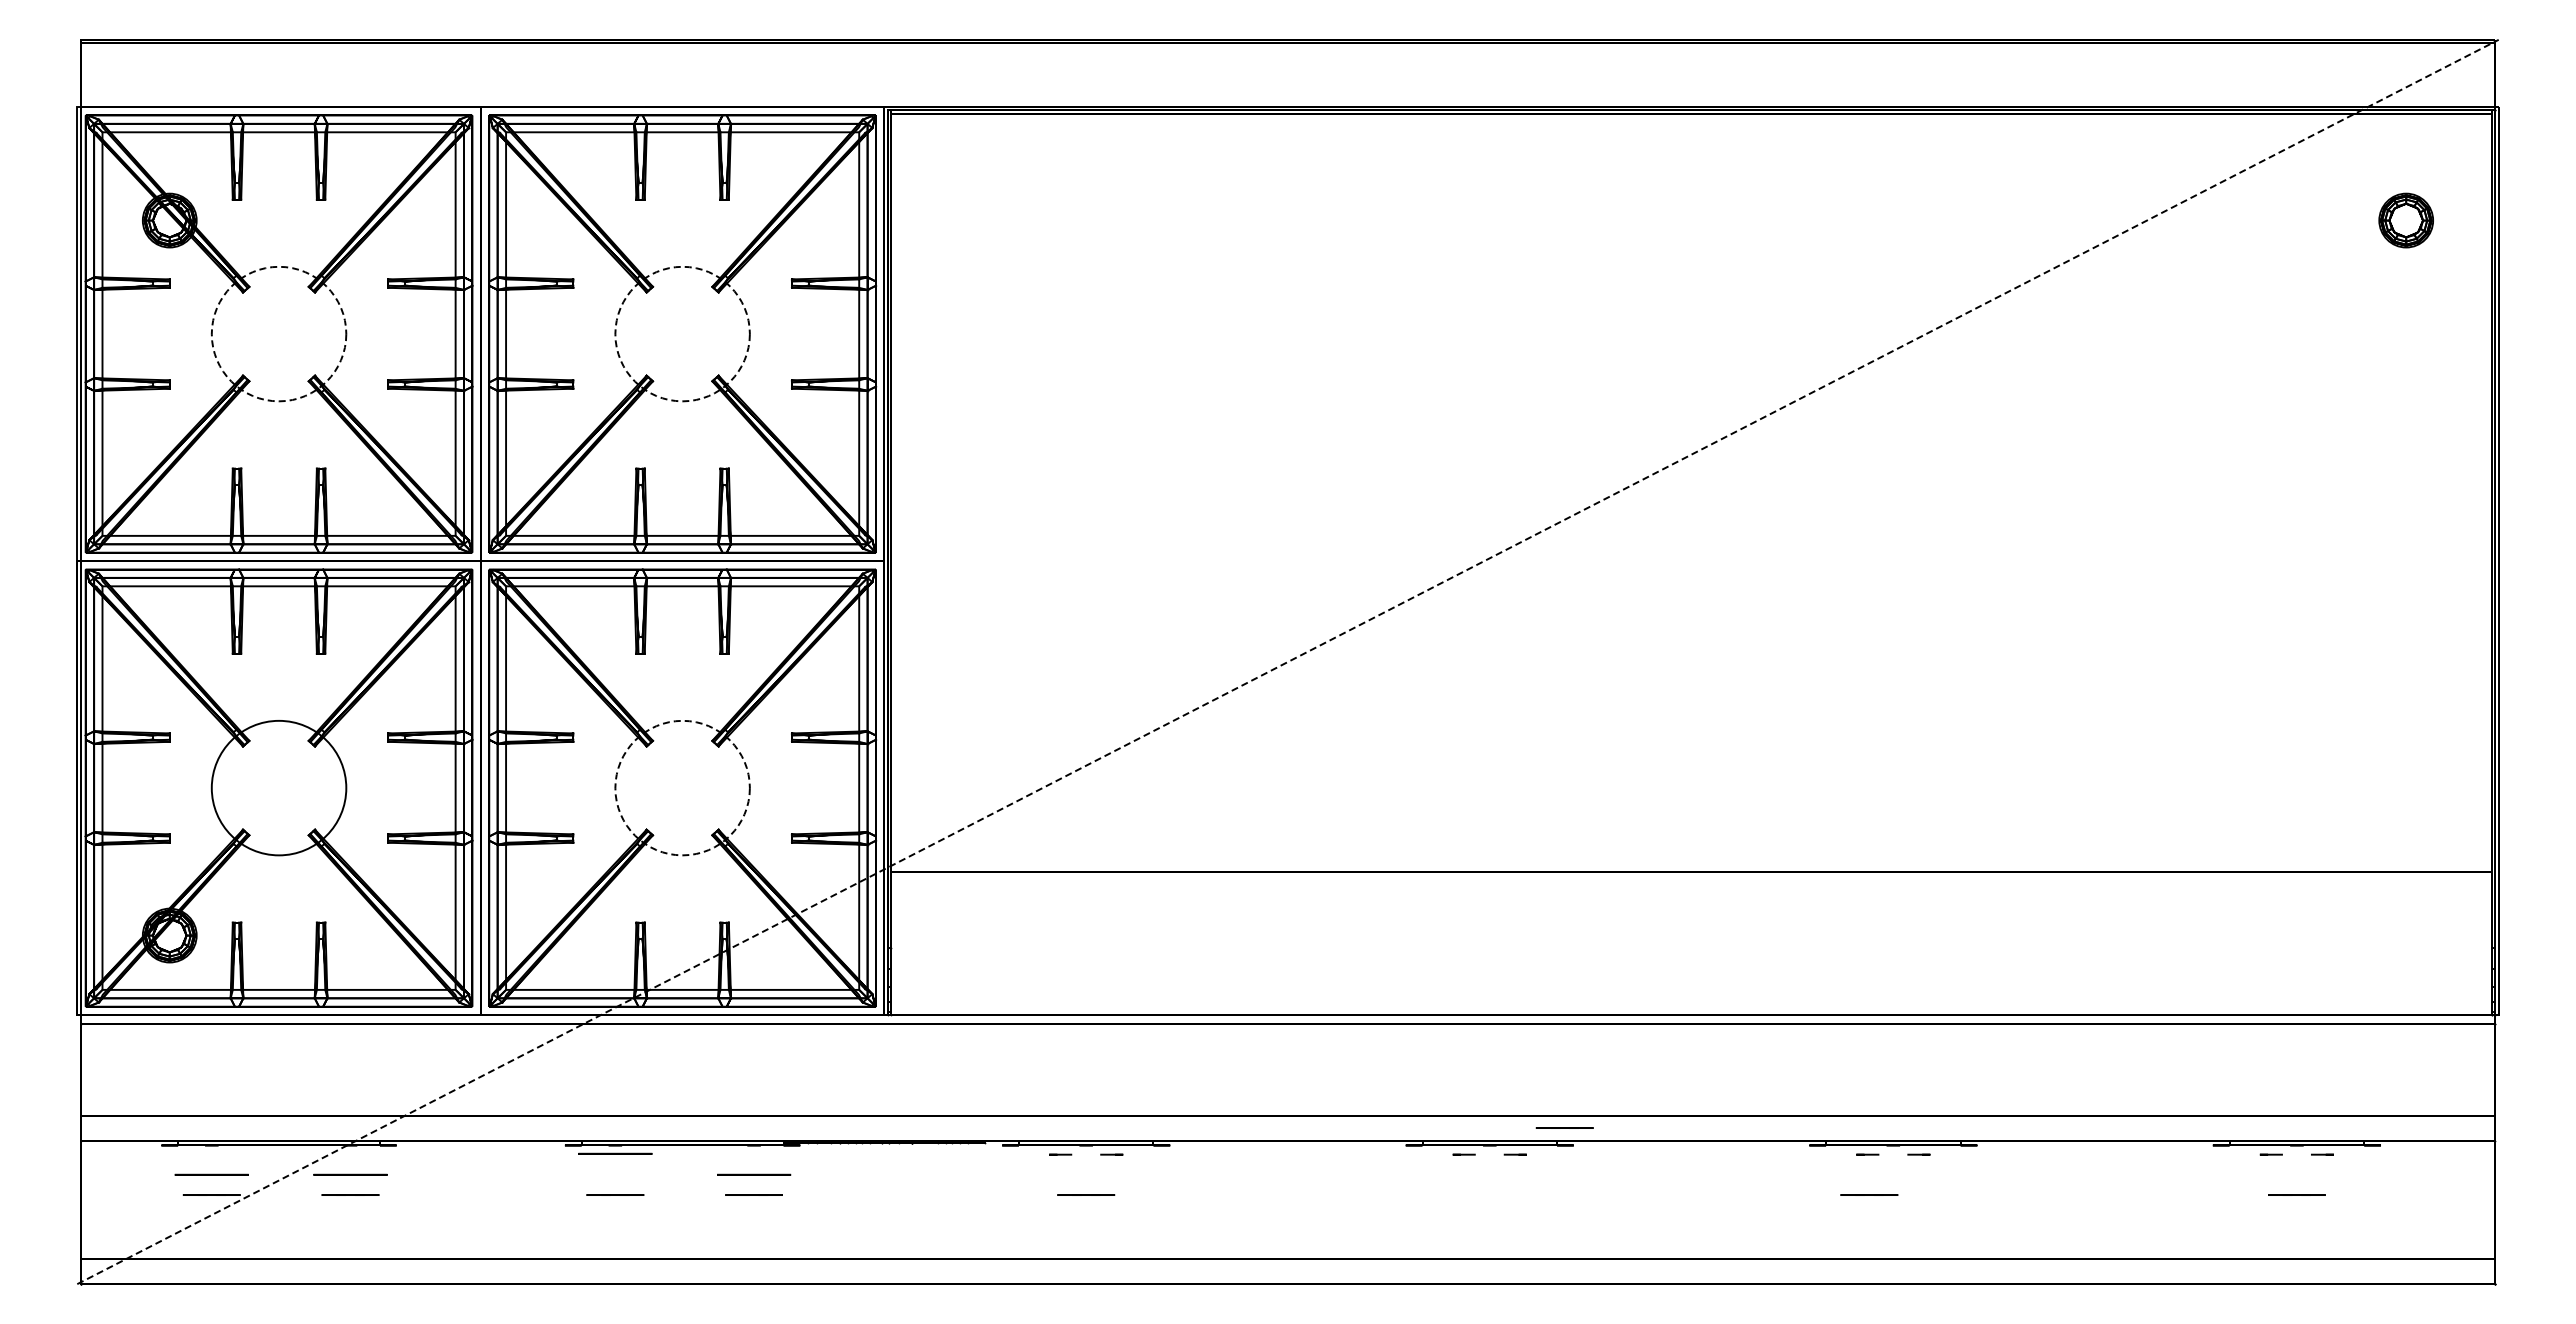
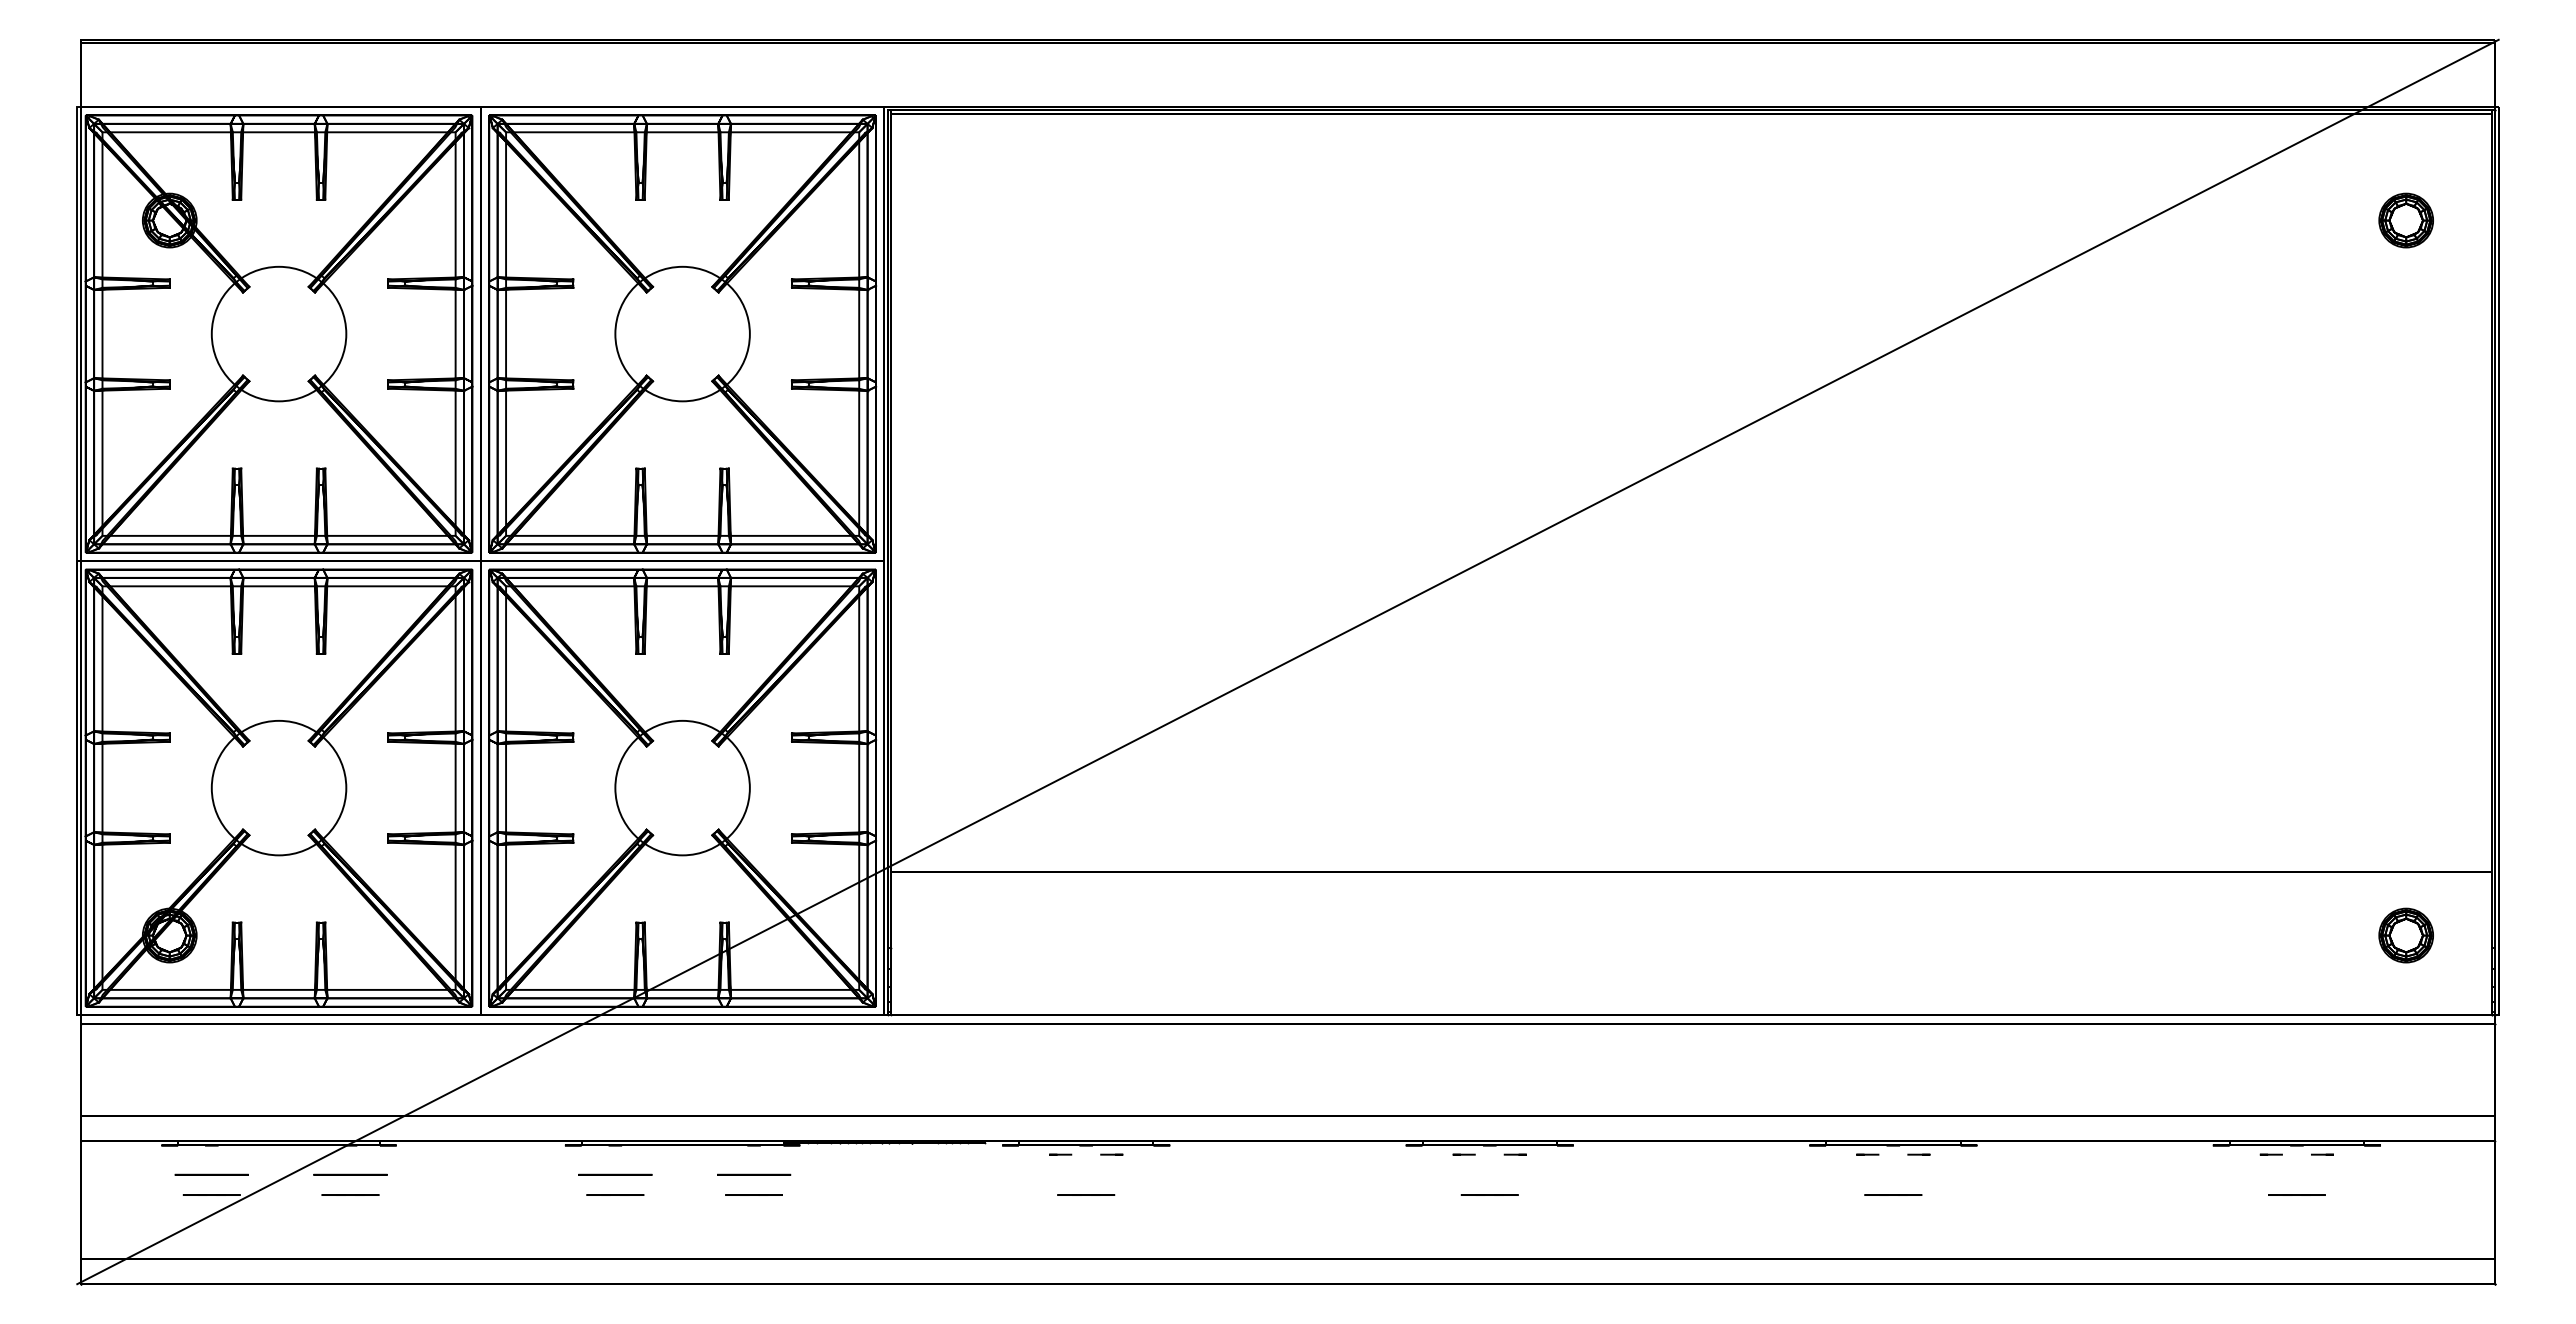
circle at (278, 333): dashed -> solid
circle at (682, 333): dashed -> solid
line at (1288, 661): dashed -> solid
circle at (682, 787): dashed -> solid
part at (2405, 935): none -> present
line at (1564, 1127) position: (1564, 1127) -> (1489, 1194)
circle at (615, 1153) position: (615, 1153) -> (615, 1174)
line at (1869, 1194) position: (1869, 1194) -> (1893, 1194)
